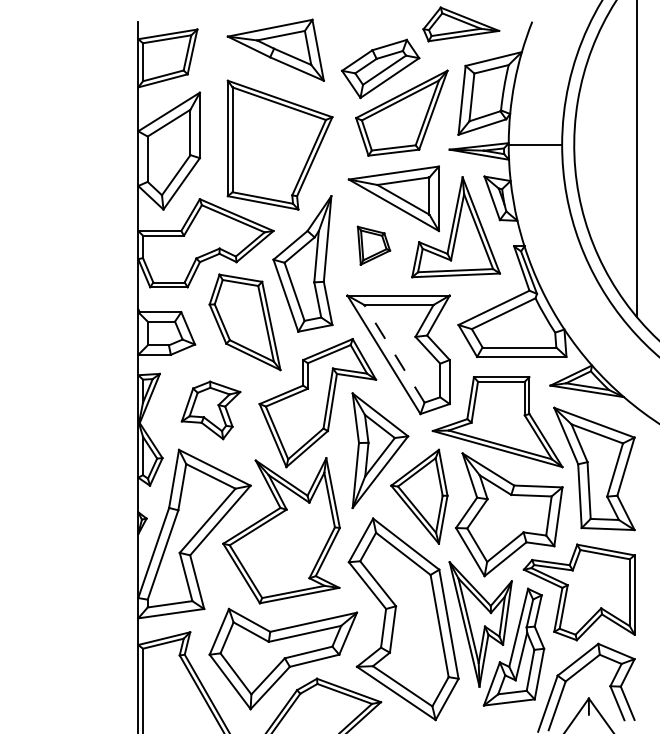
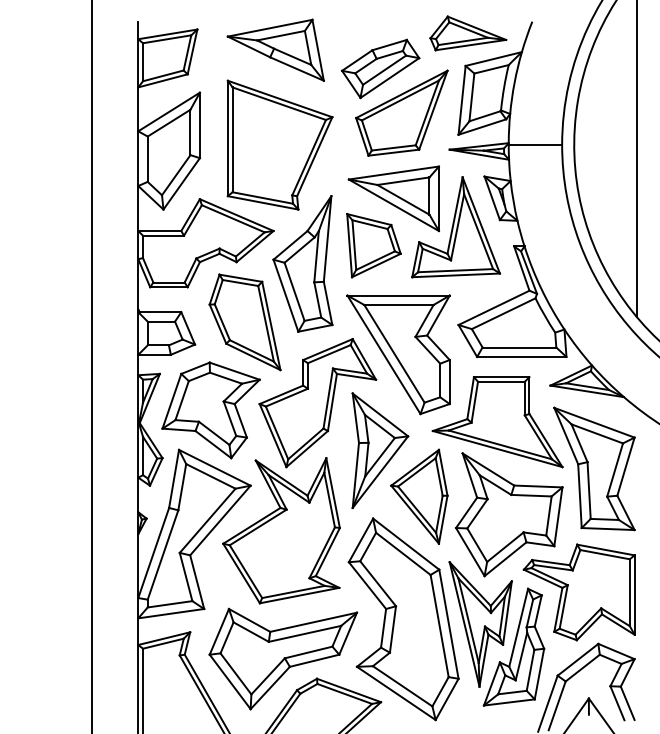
part at (461, 24) position: (461, 24) -> (468, 33)
part at (373, 245) size: 36x41 px -> 56x66 px
line at (394, 353): dashed -> solid
line at (91, 366): none -> present
part at (210, 410) size: 62x61 px -> 100x99 px
